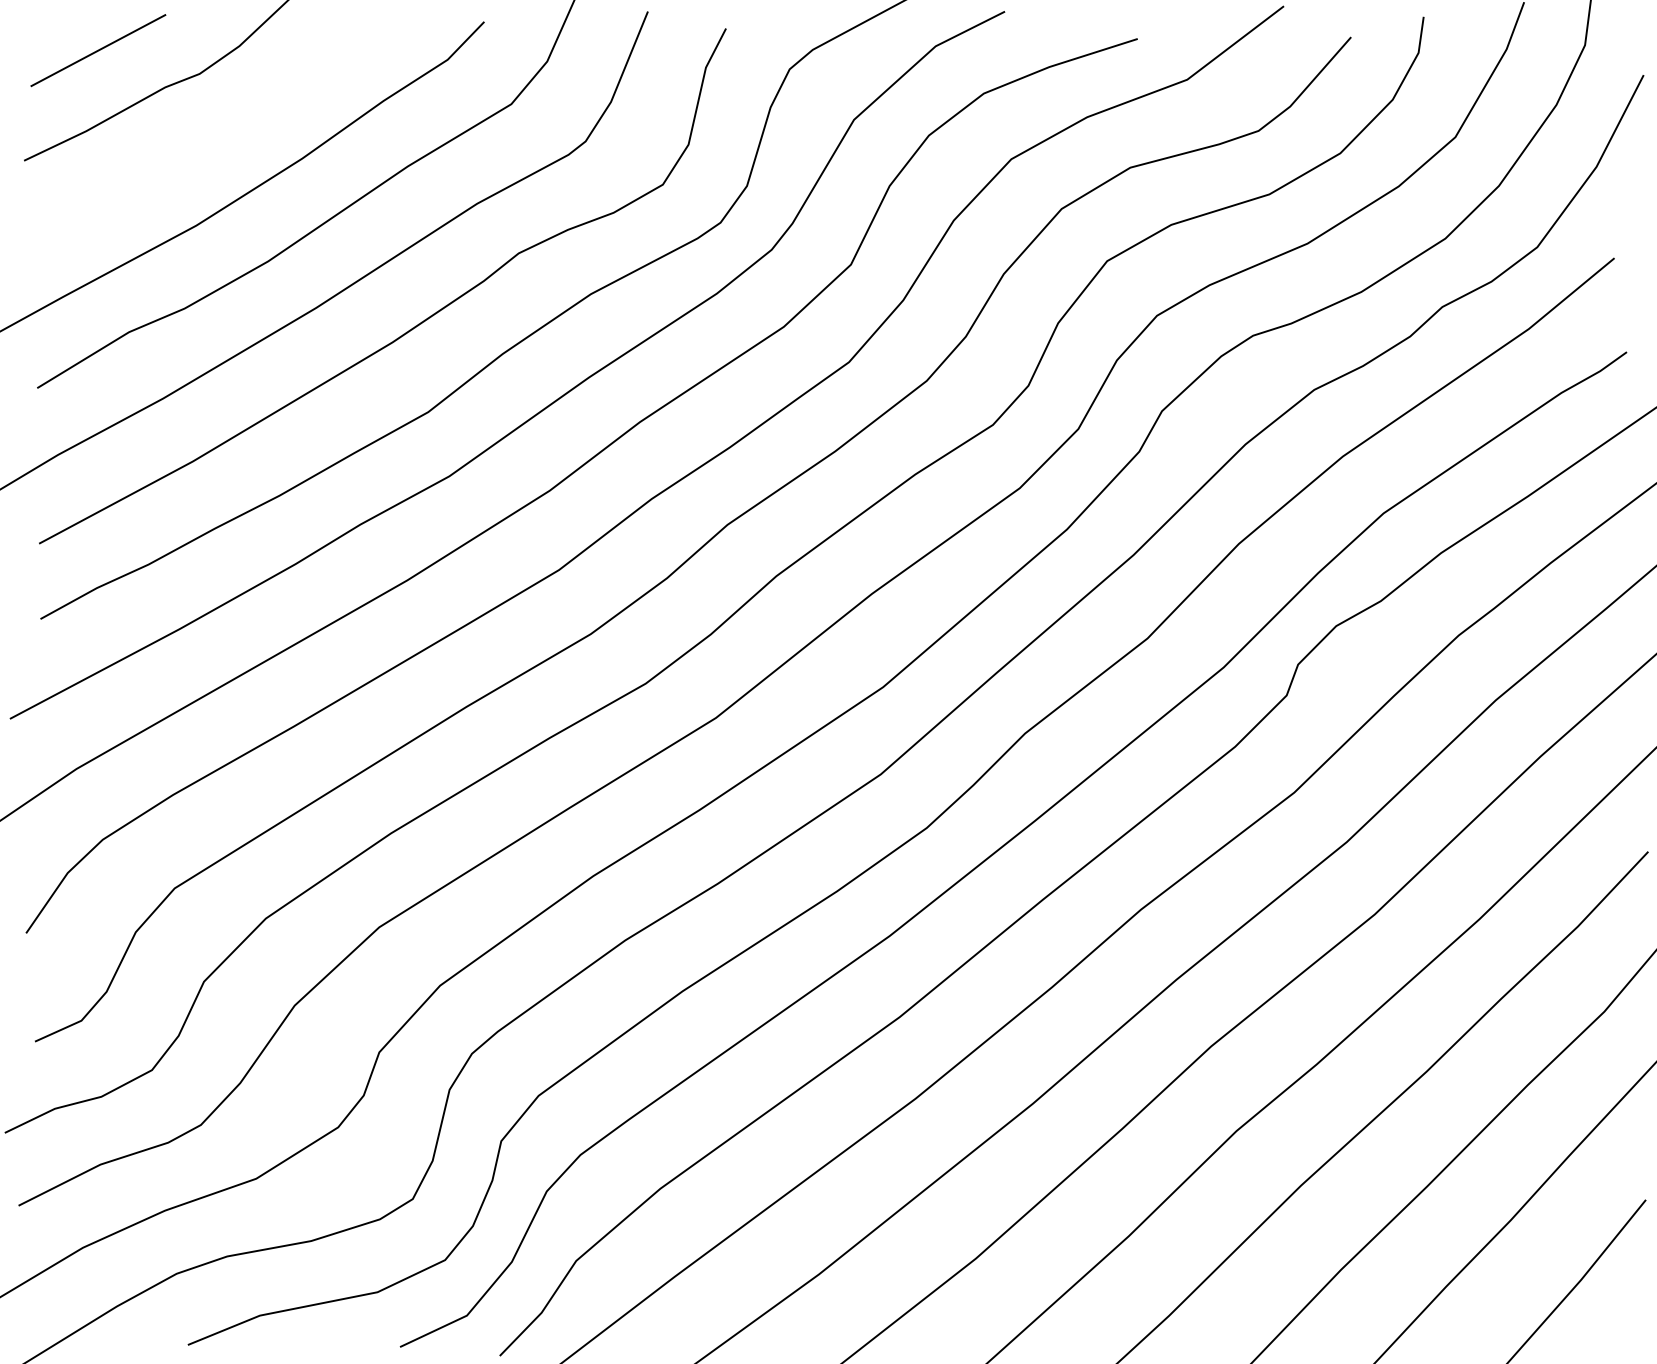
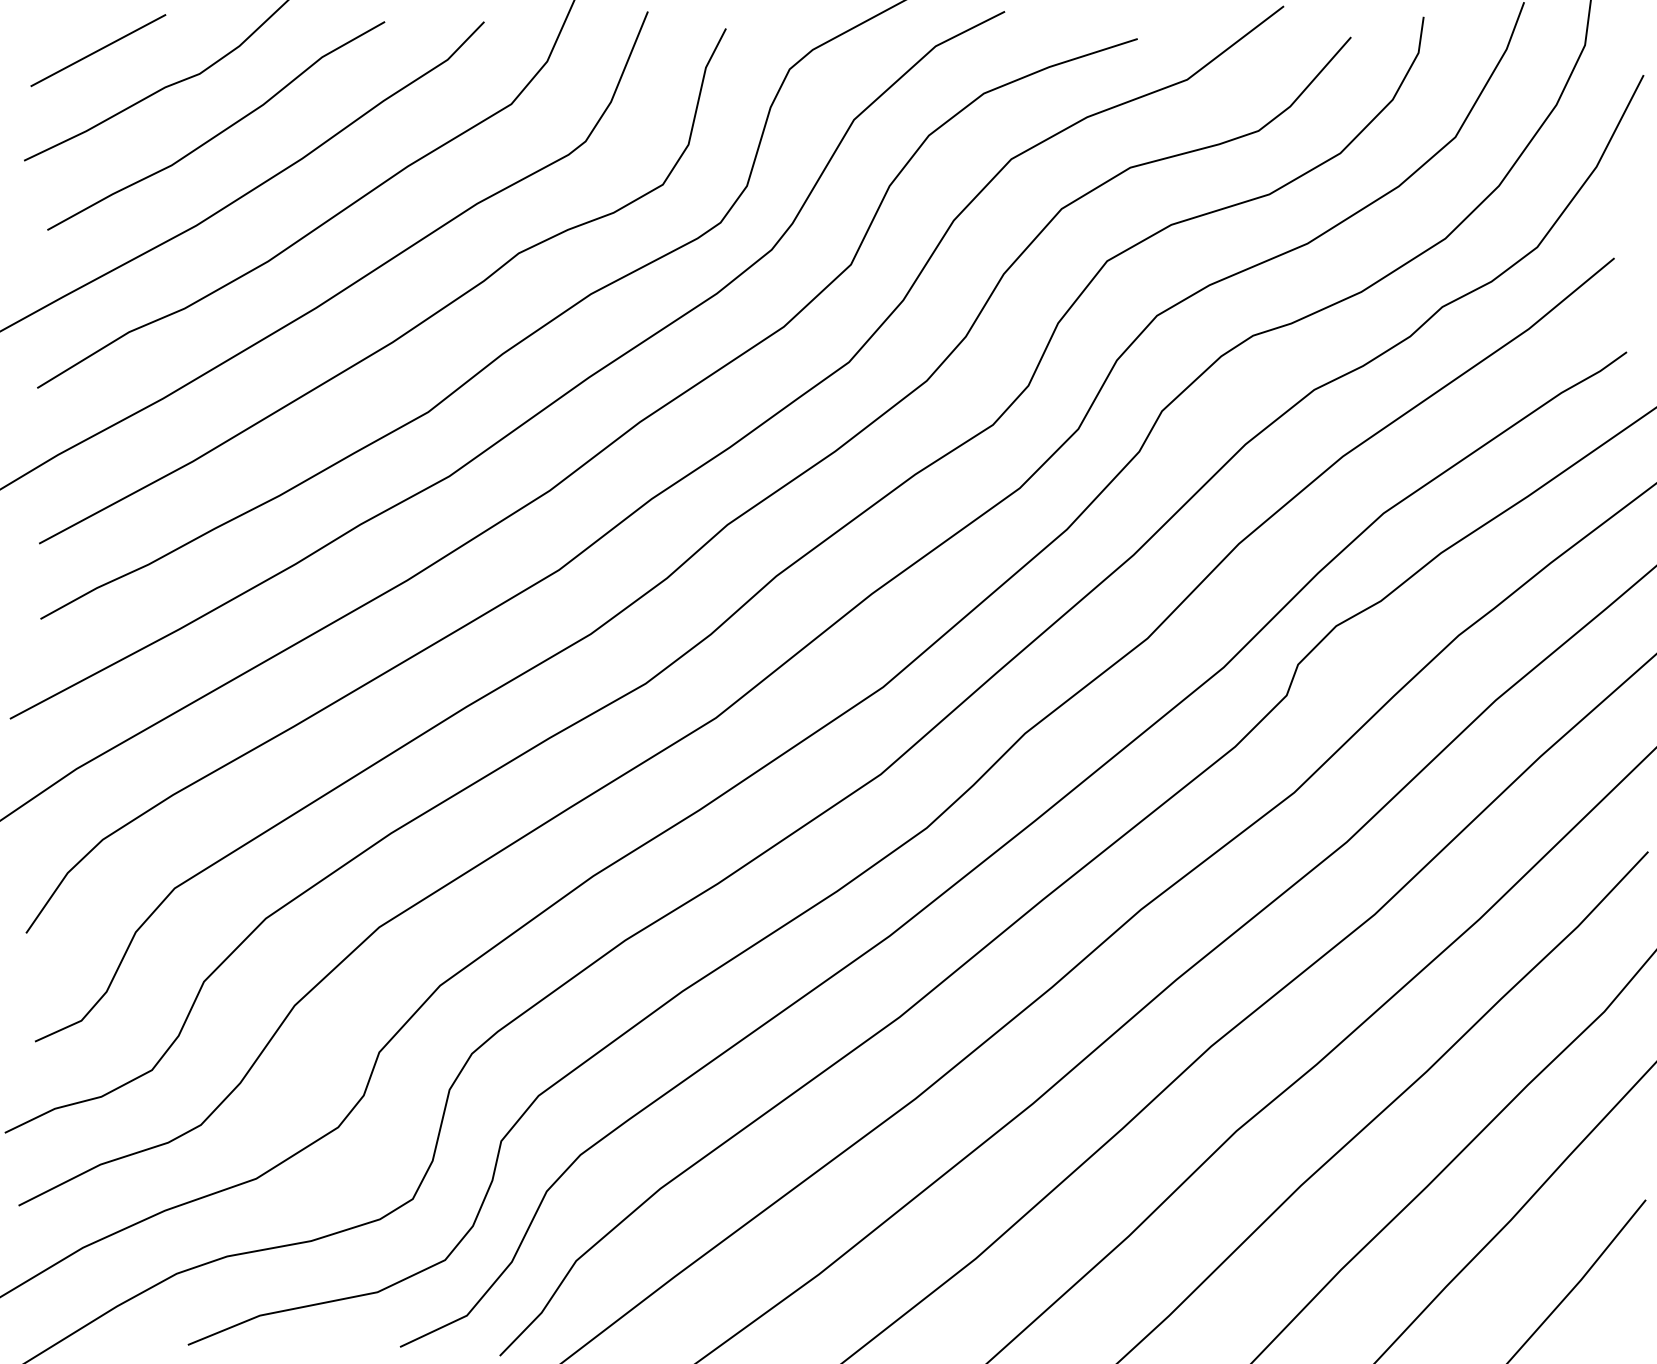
part at (219, 132): none -> present
